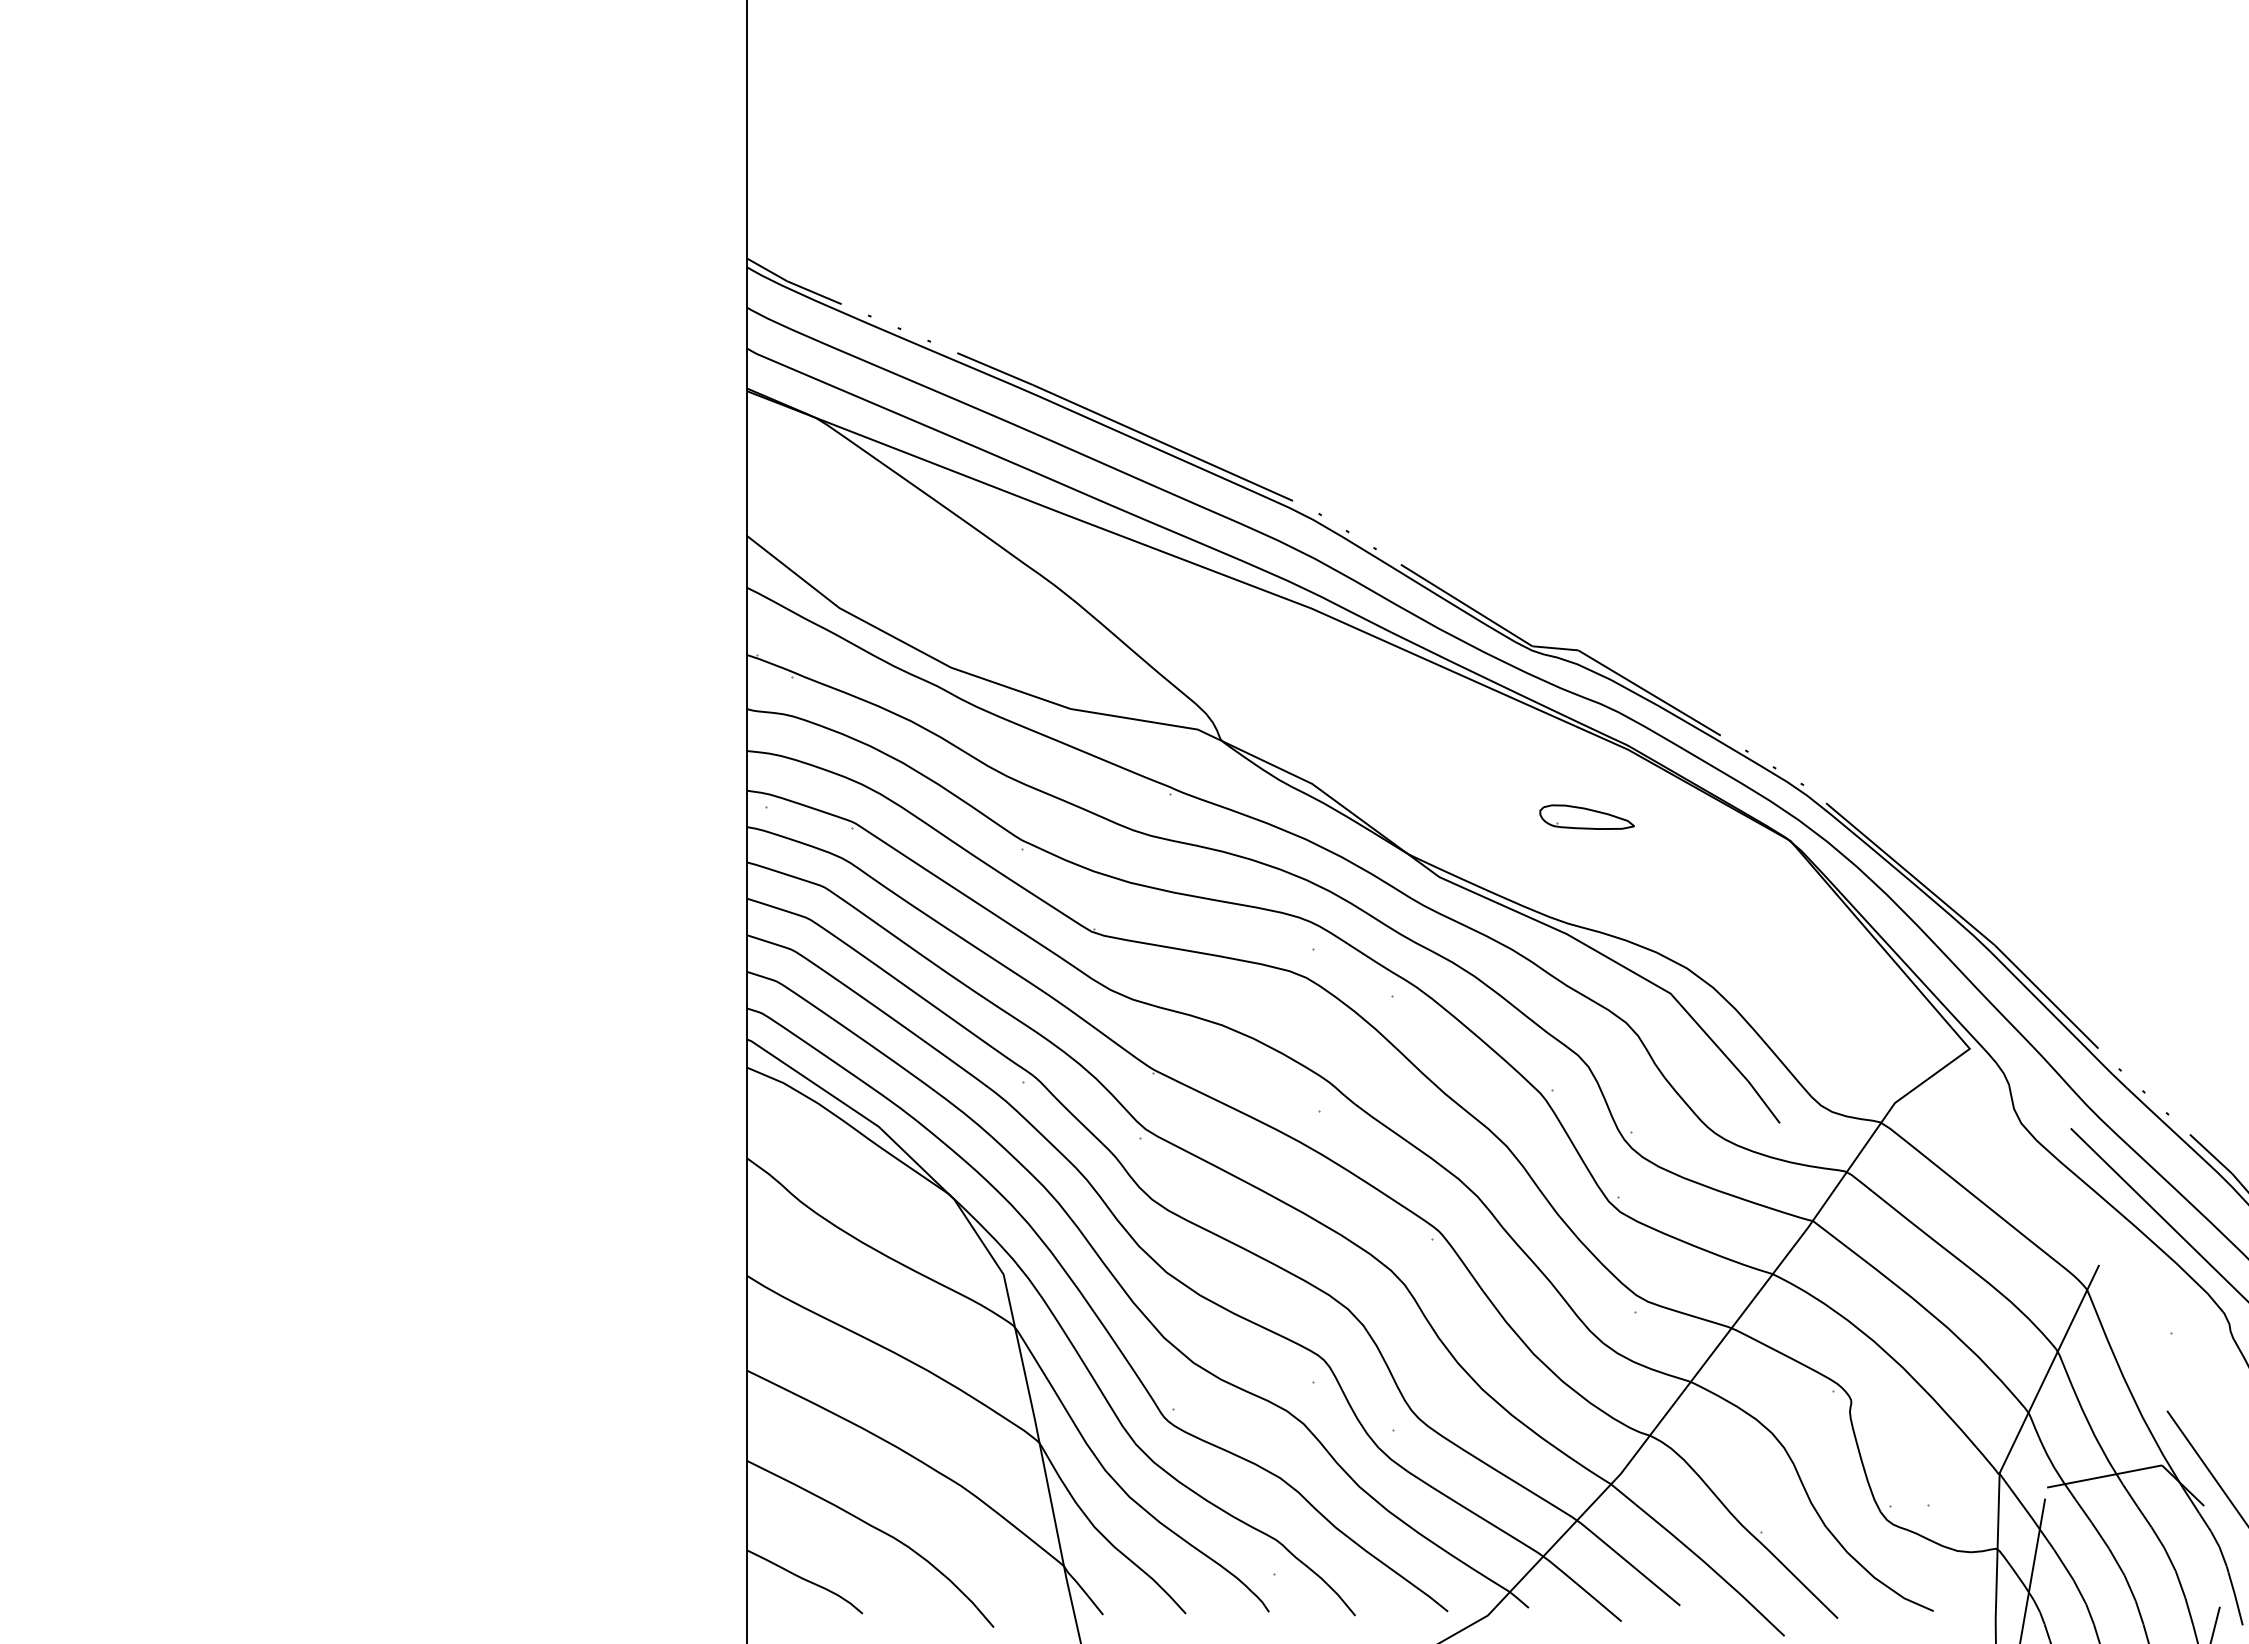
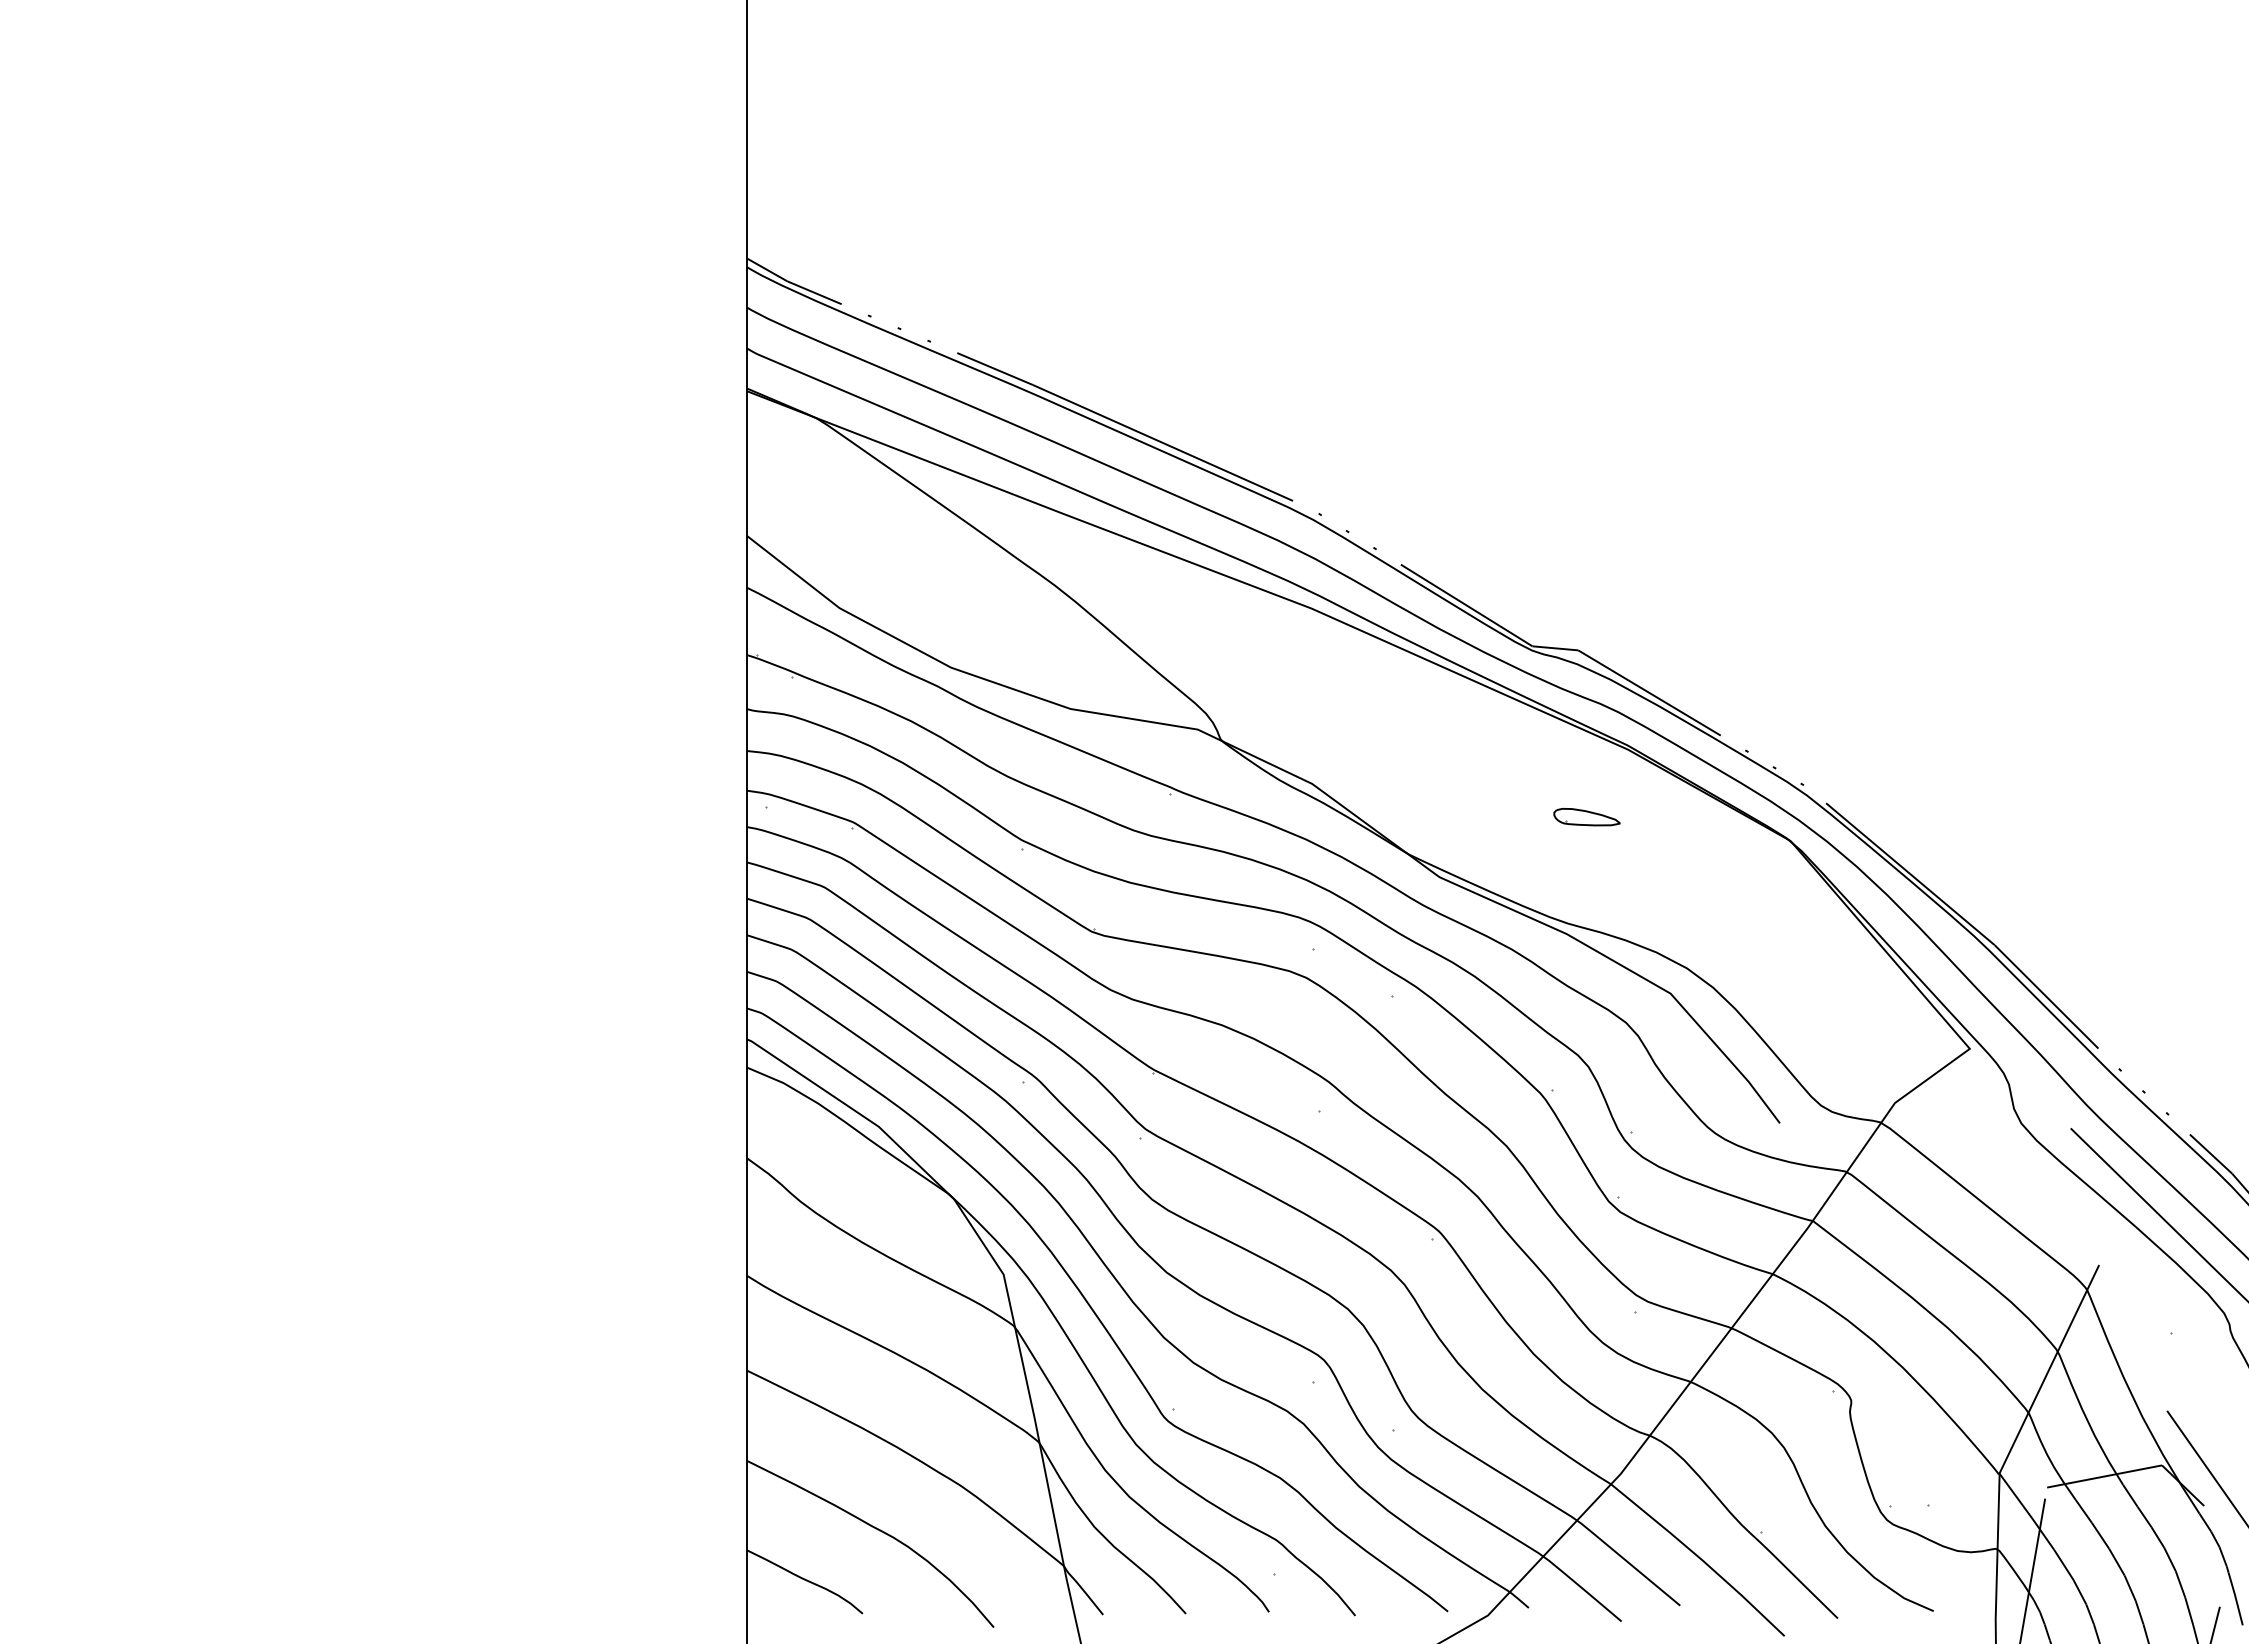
part at (1586, 816) size: 96x26 px -> 68x19 px
